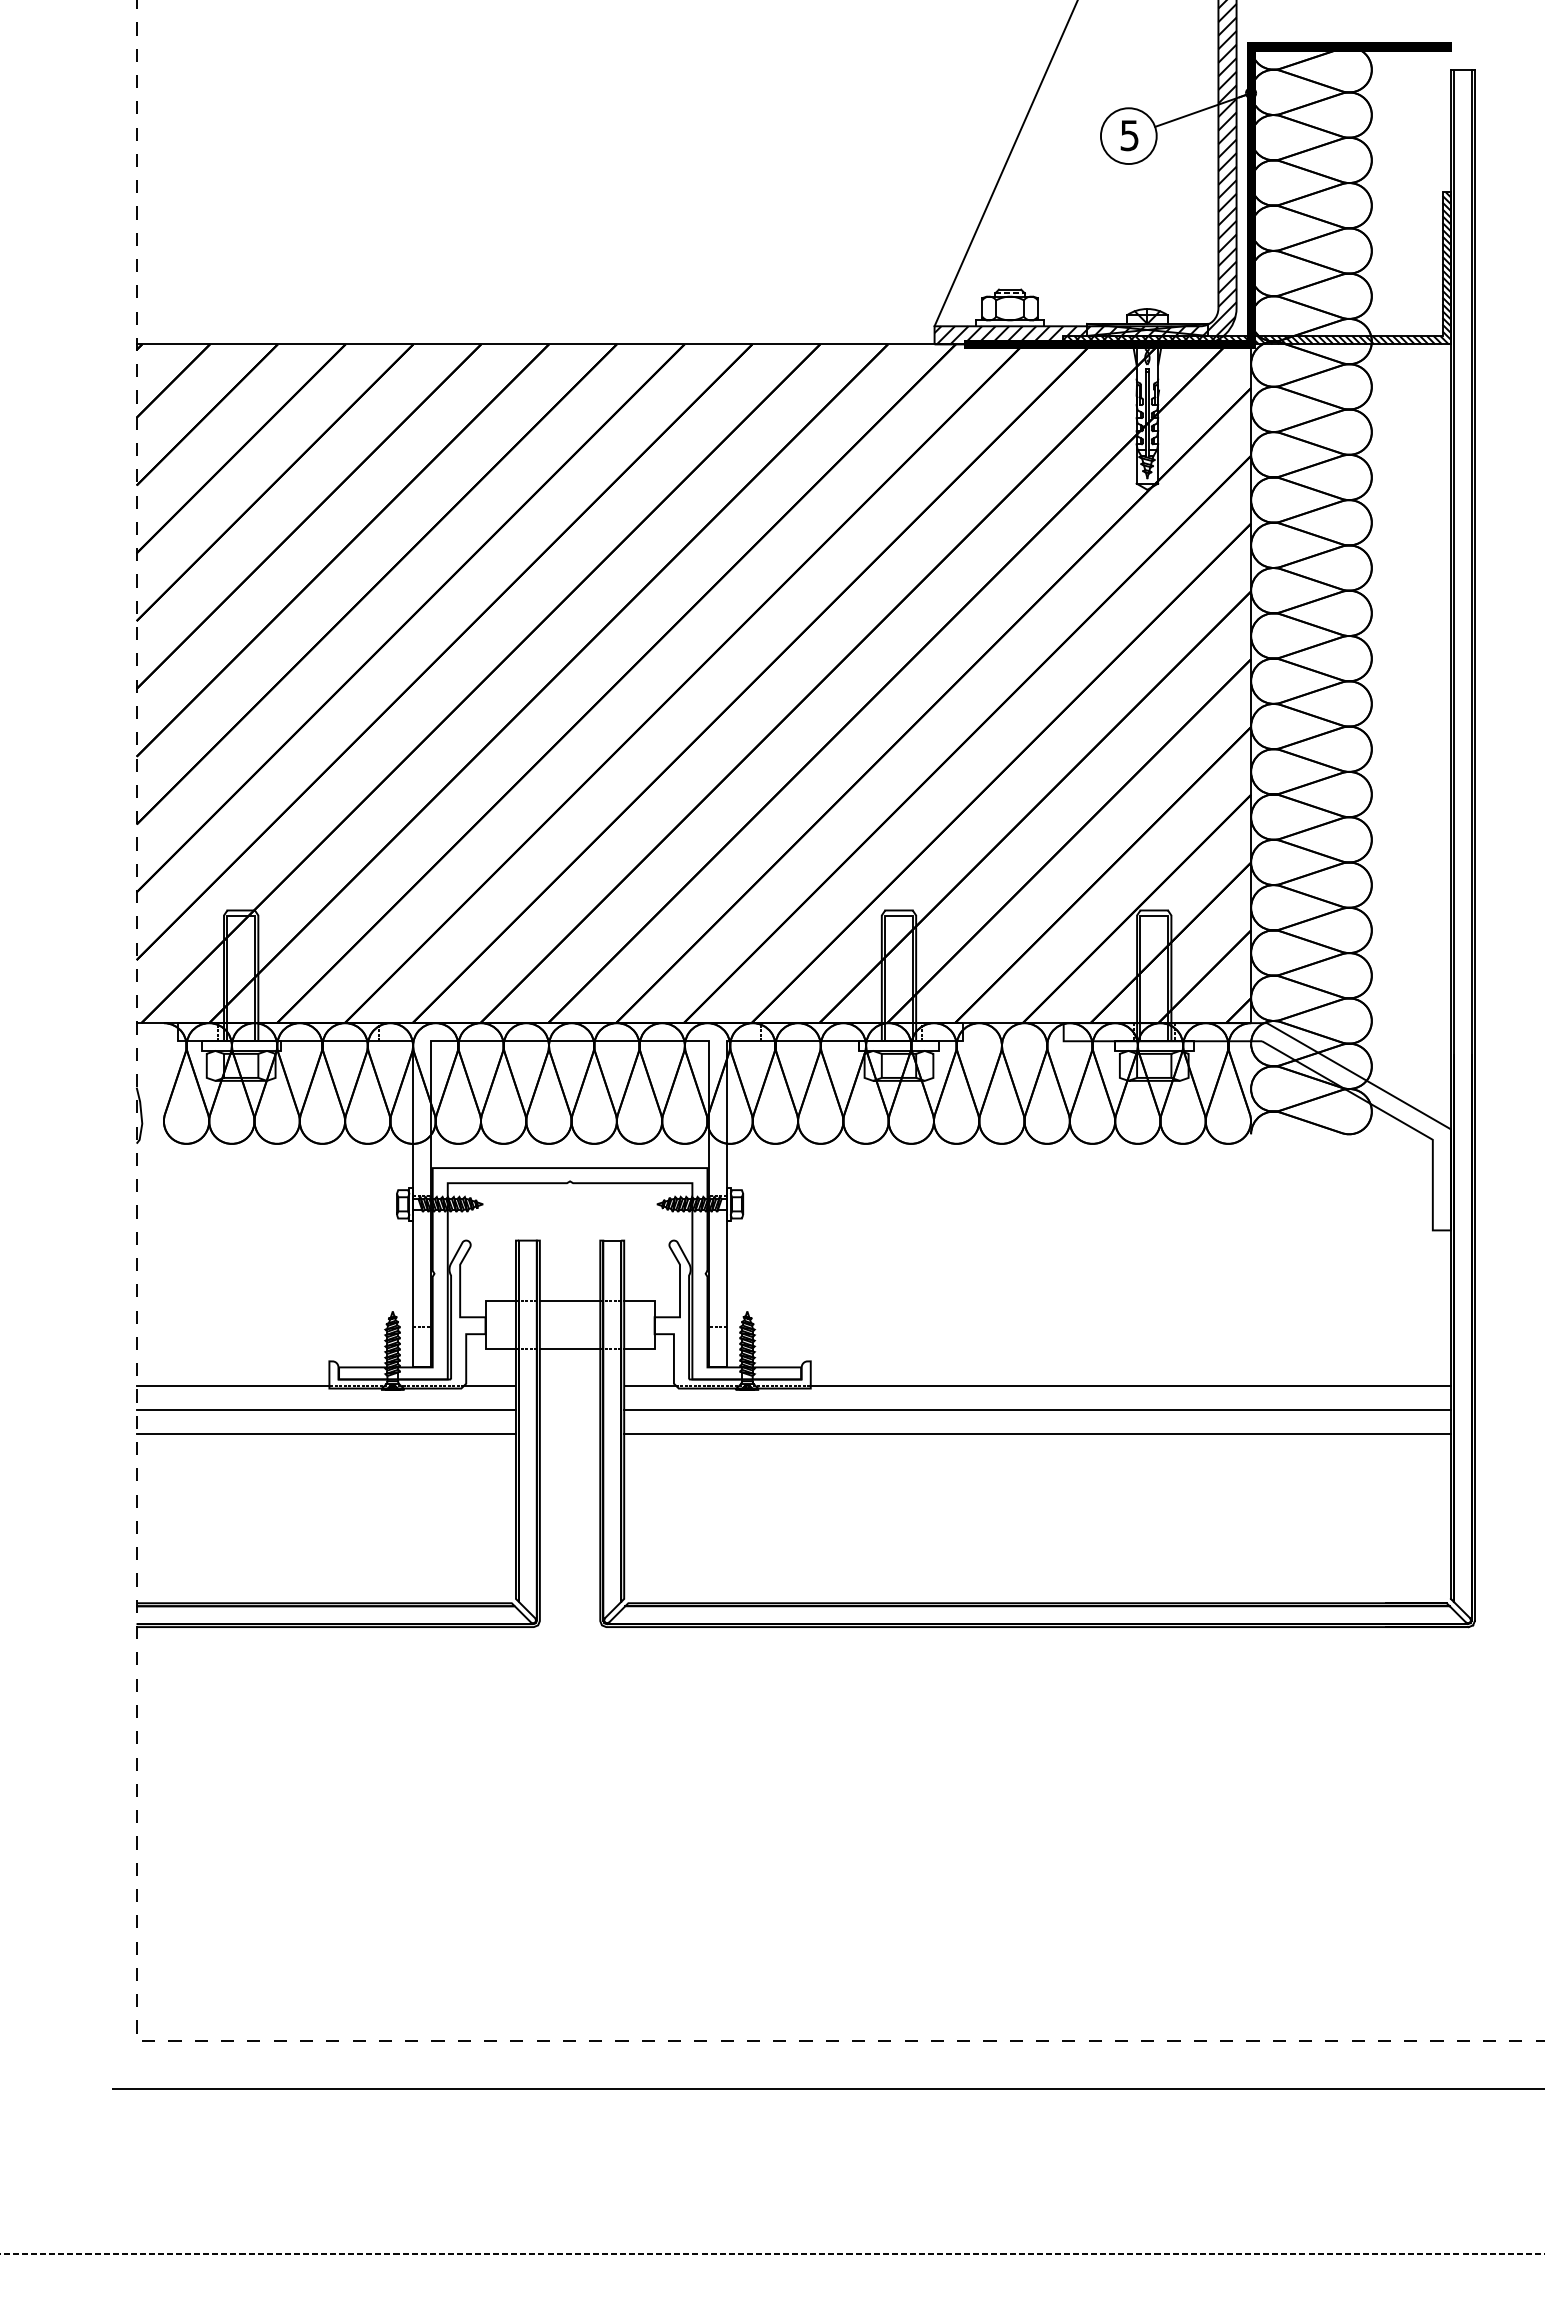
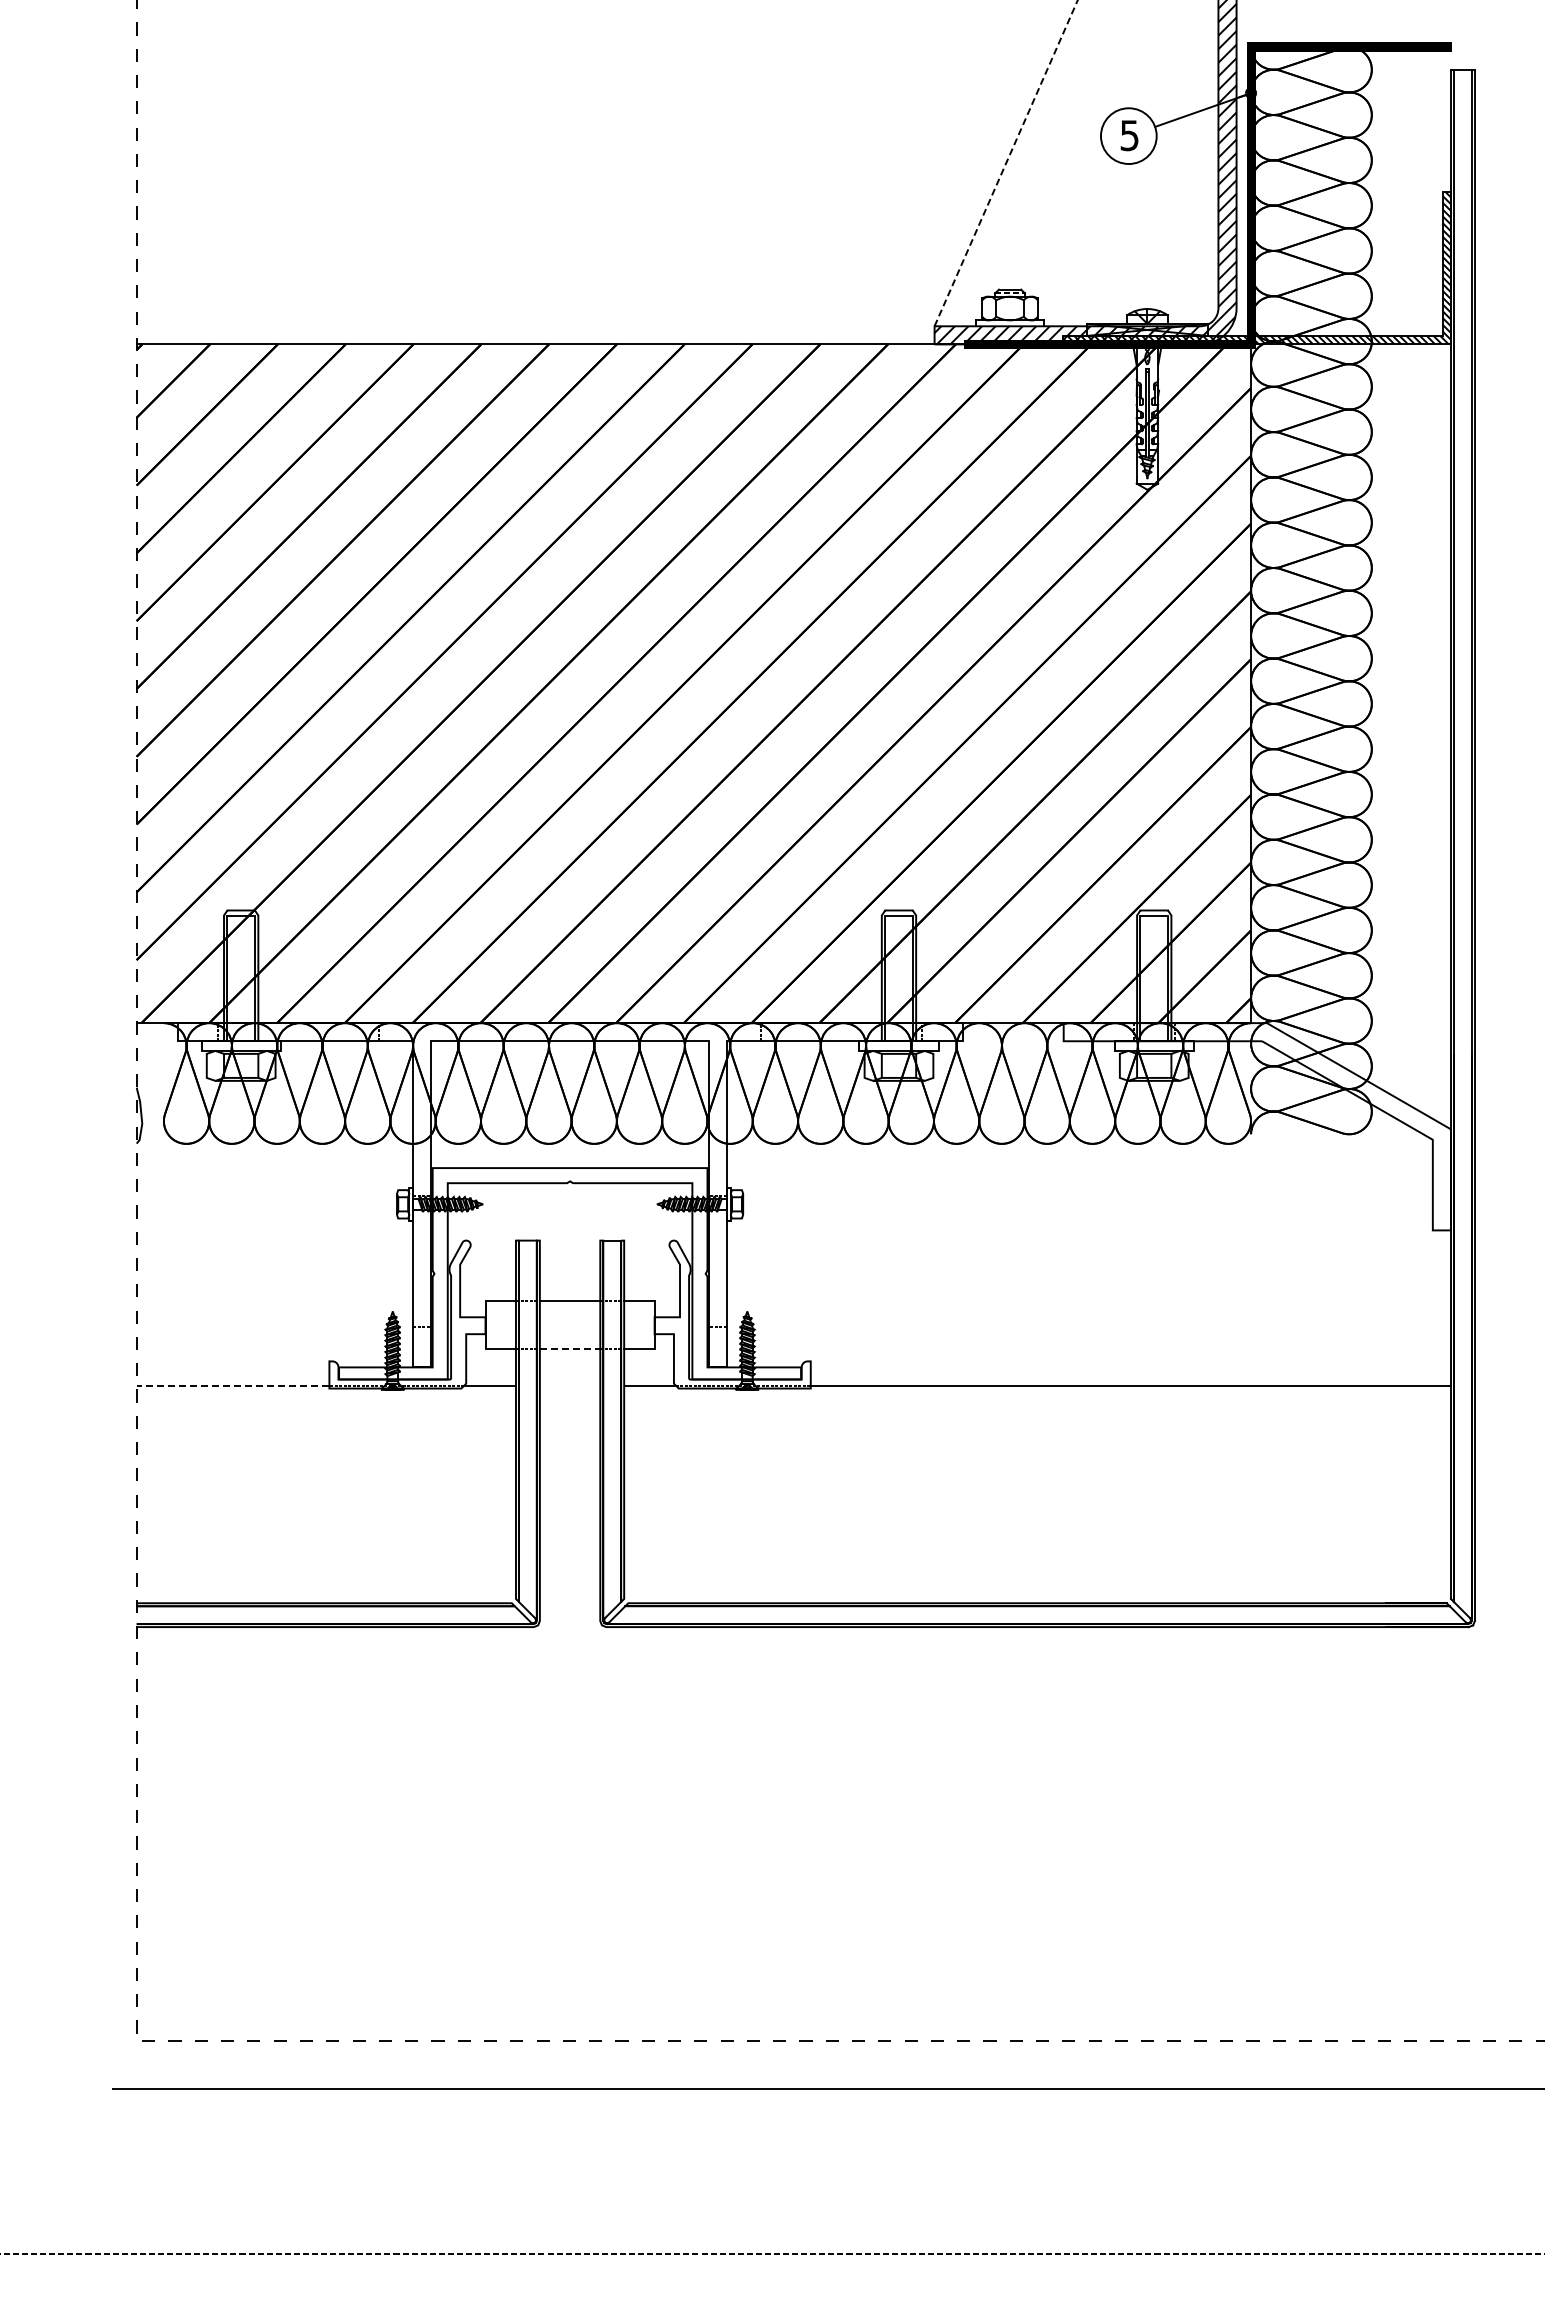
line at (1006, 163): solid -> dashed
line at (570, 1349): solid -> dashed
line at (232, 1385): solid -> dashed
line at (325, 1409): present -> none
line at (1037, 1409): present -> none
line at (325, 1433): present -> none
line at (1037, 1433): present -> none
